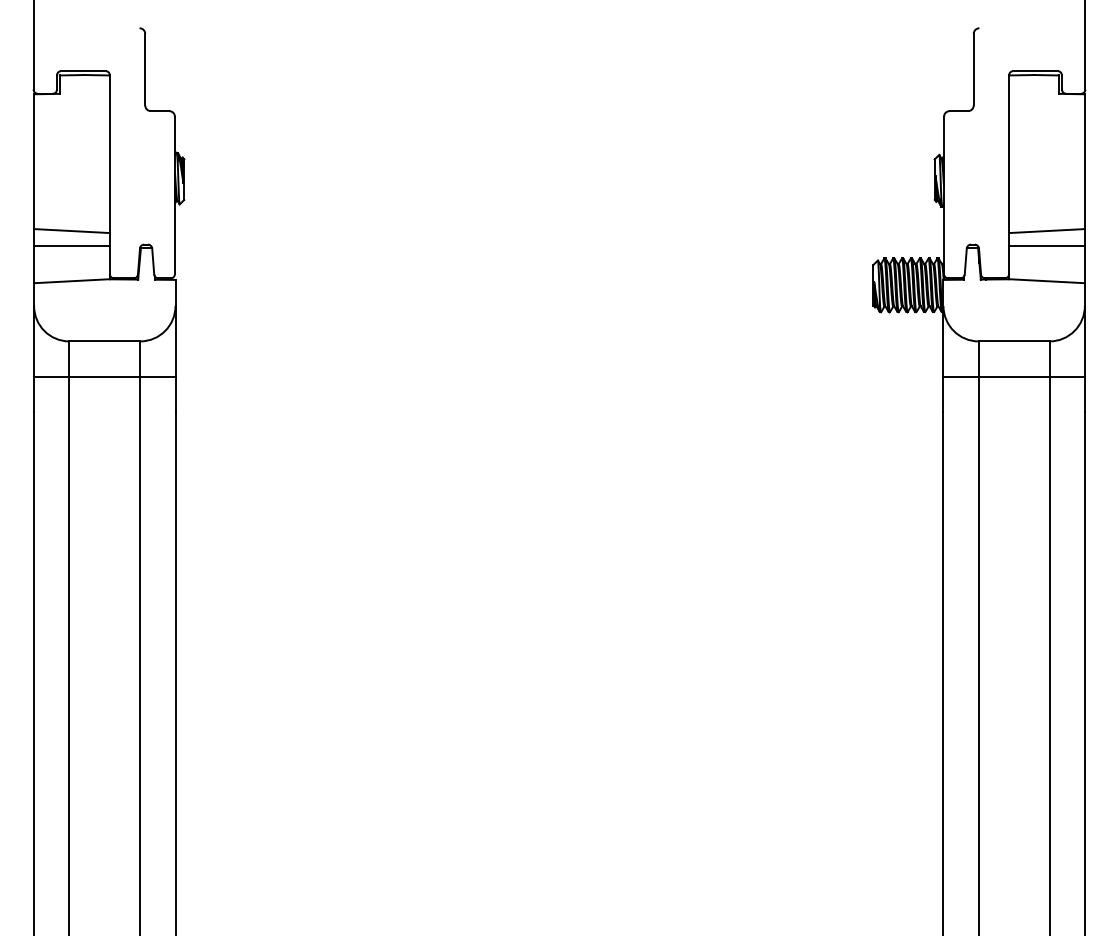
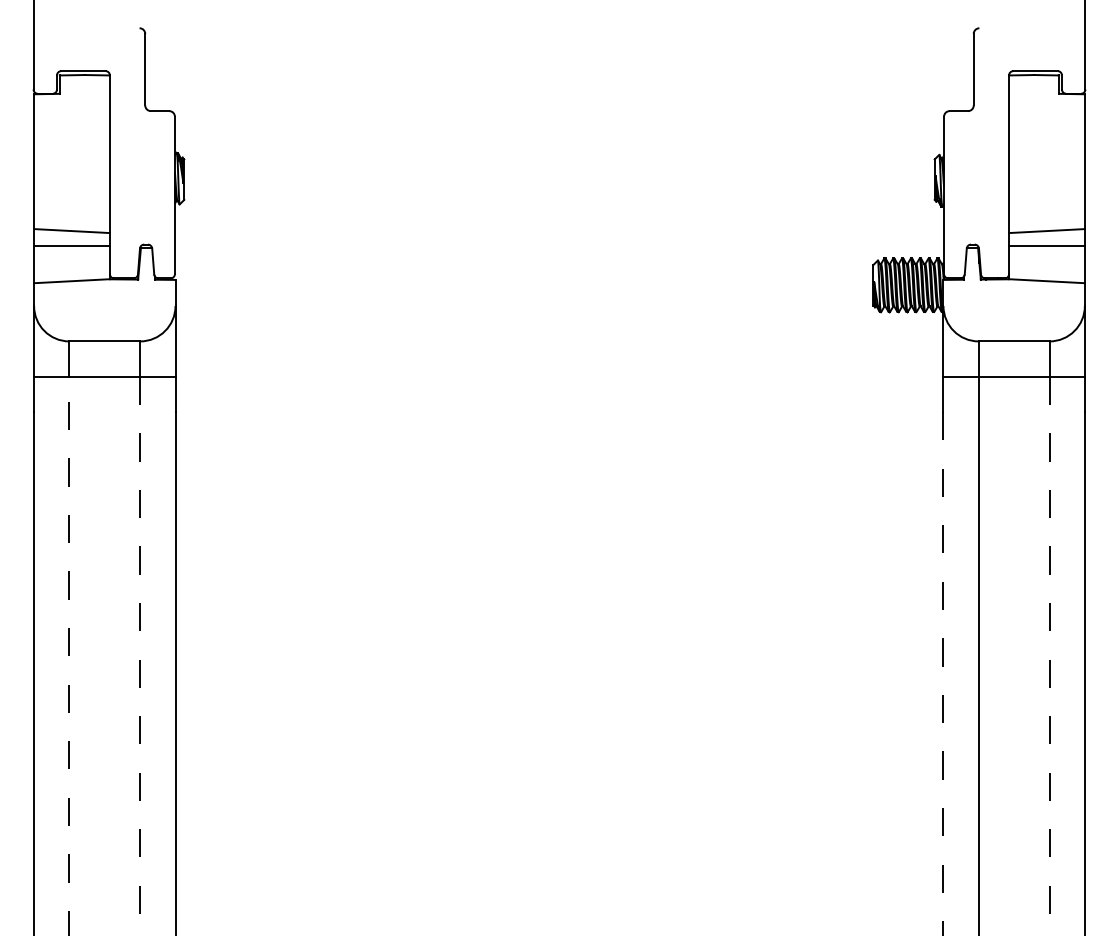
line at (69, 655): solid -> dashed
line at (140, 656): solid -> dashed
line at (1049, 656): solid -> dashed
line at (943, 674): solid -> dashed
